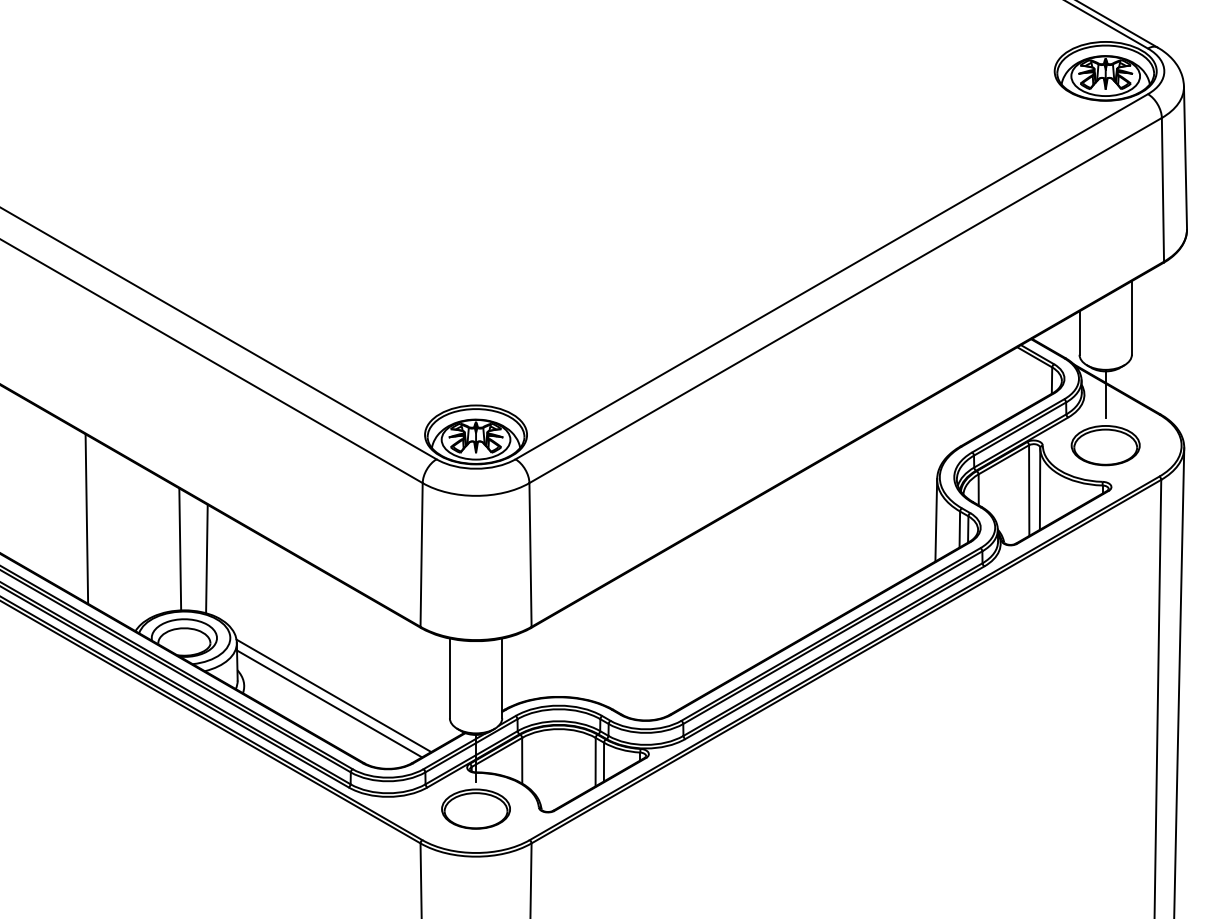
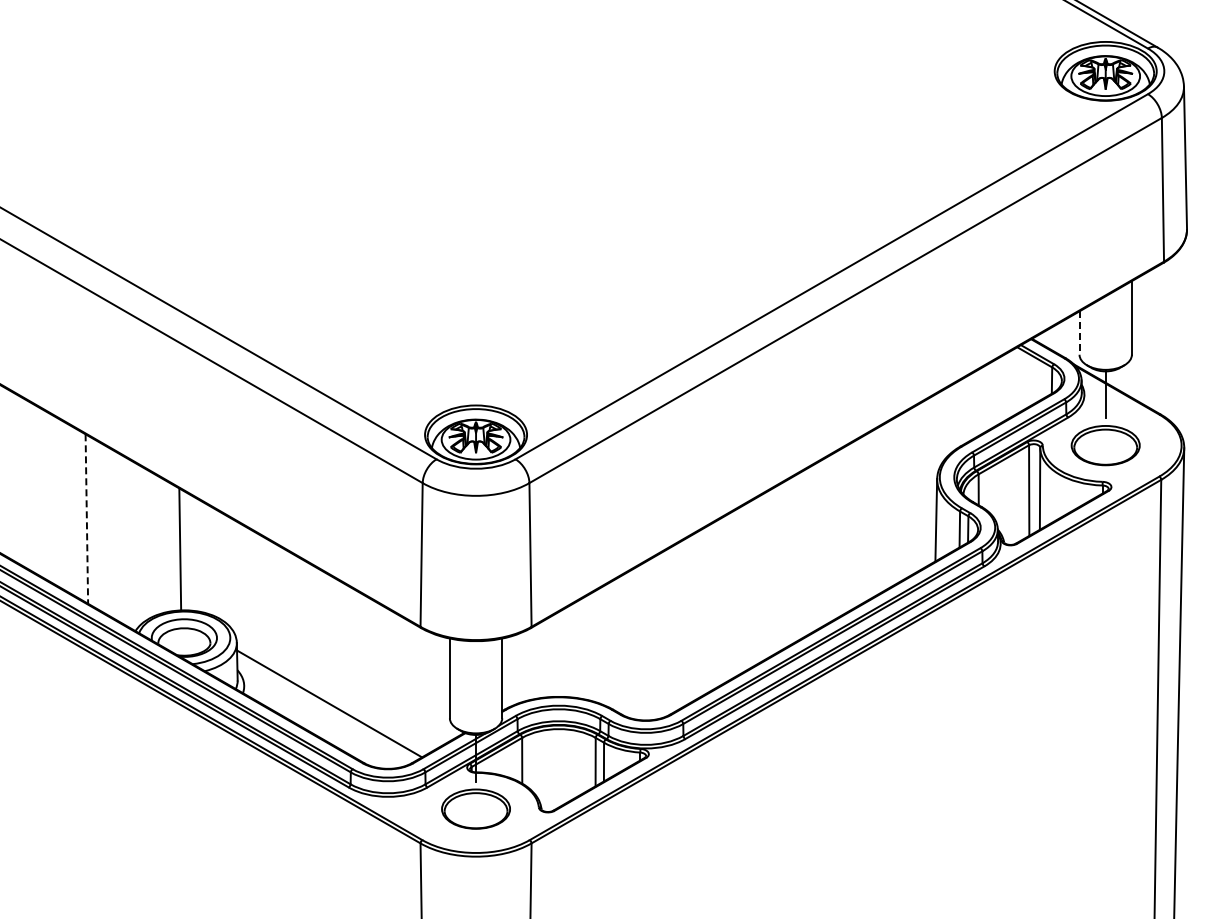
line at (1079, 333): solid -> dashed
line at (86, 519): solid -> dashed
line at (206, 558): present -> none
line at (333, 695): present -> none
